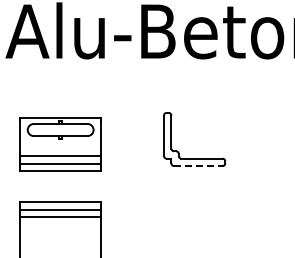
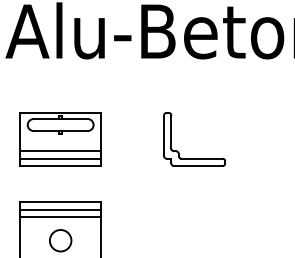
part at (60, 144) position: (60, 144) -> (60, 139)
line at (198, 166): dashed -> solid
circle at (60, 240): none -> present
